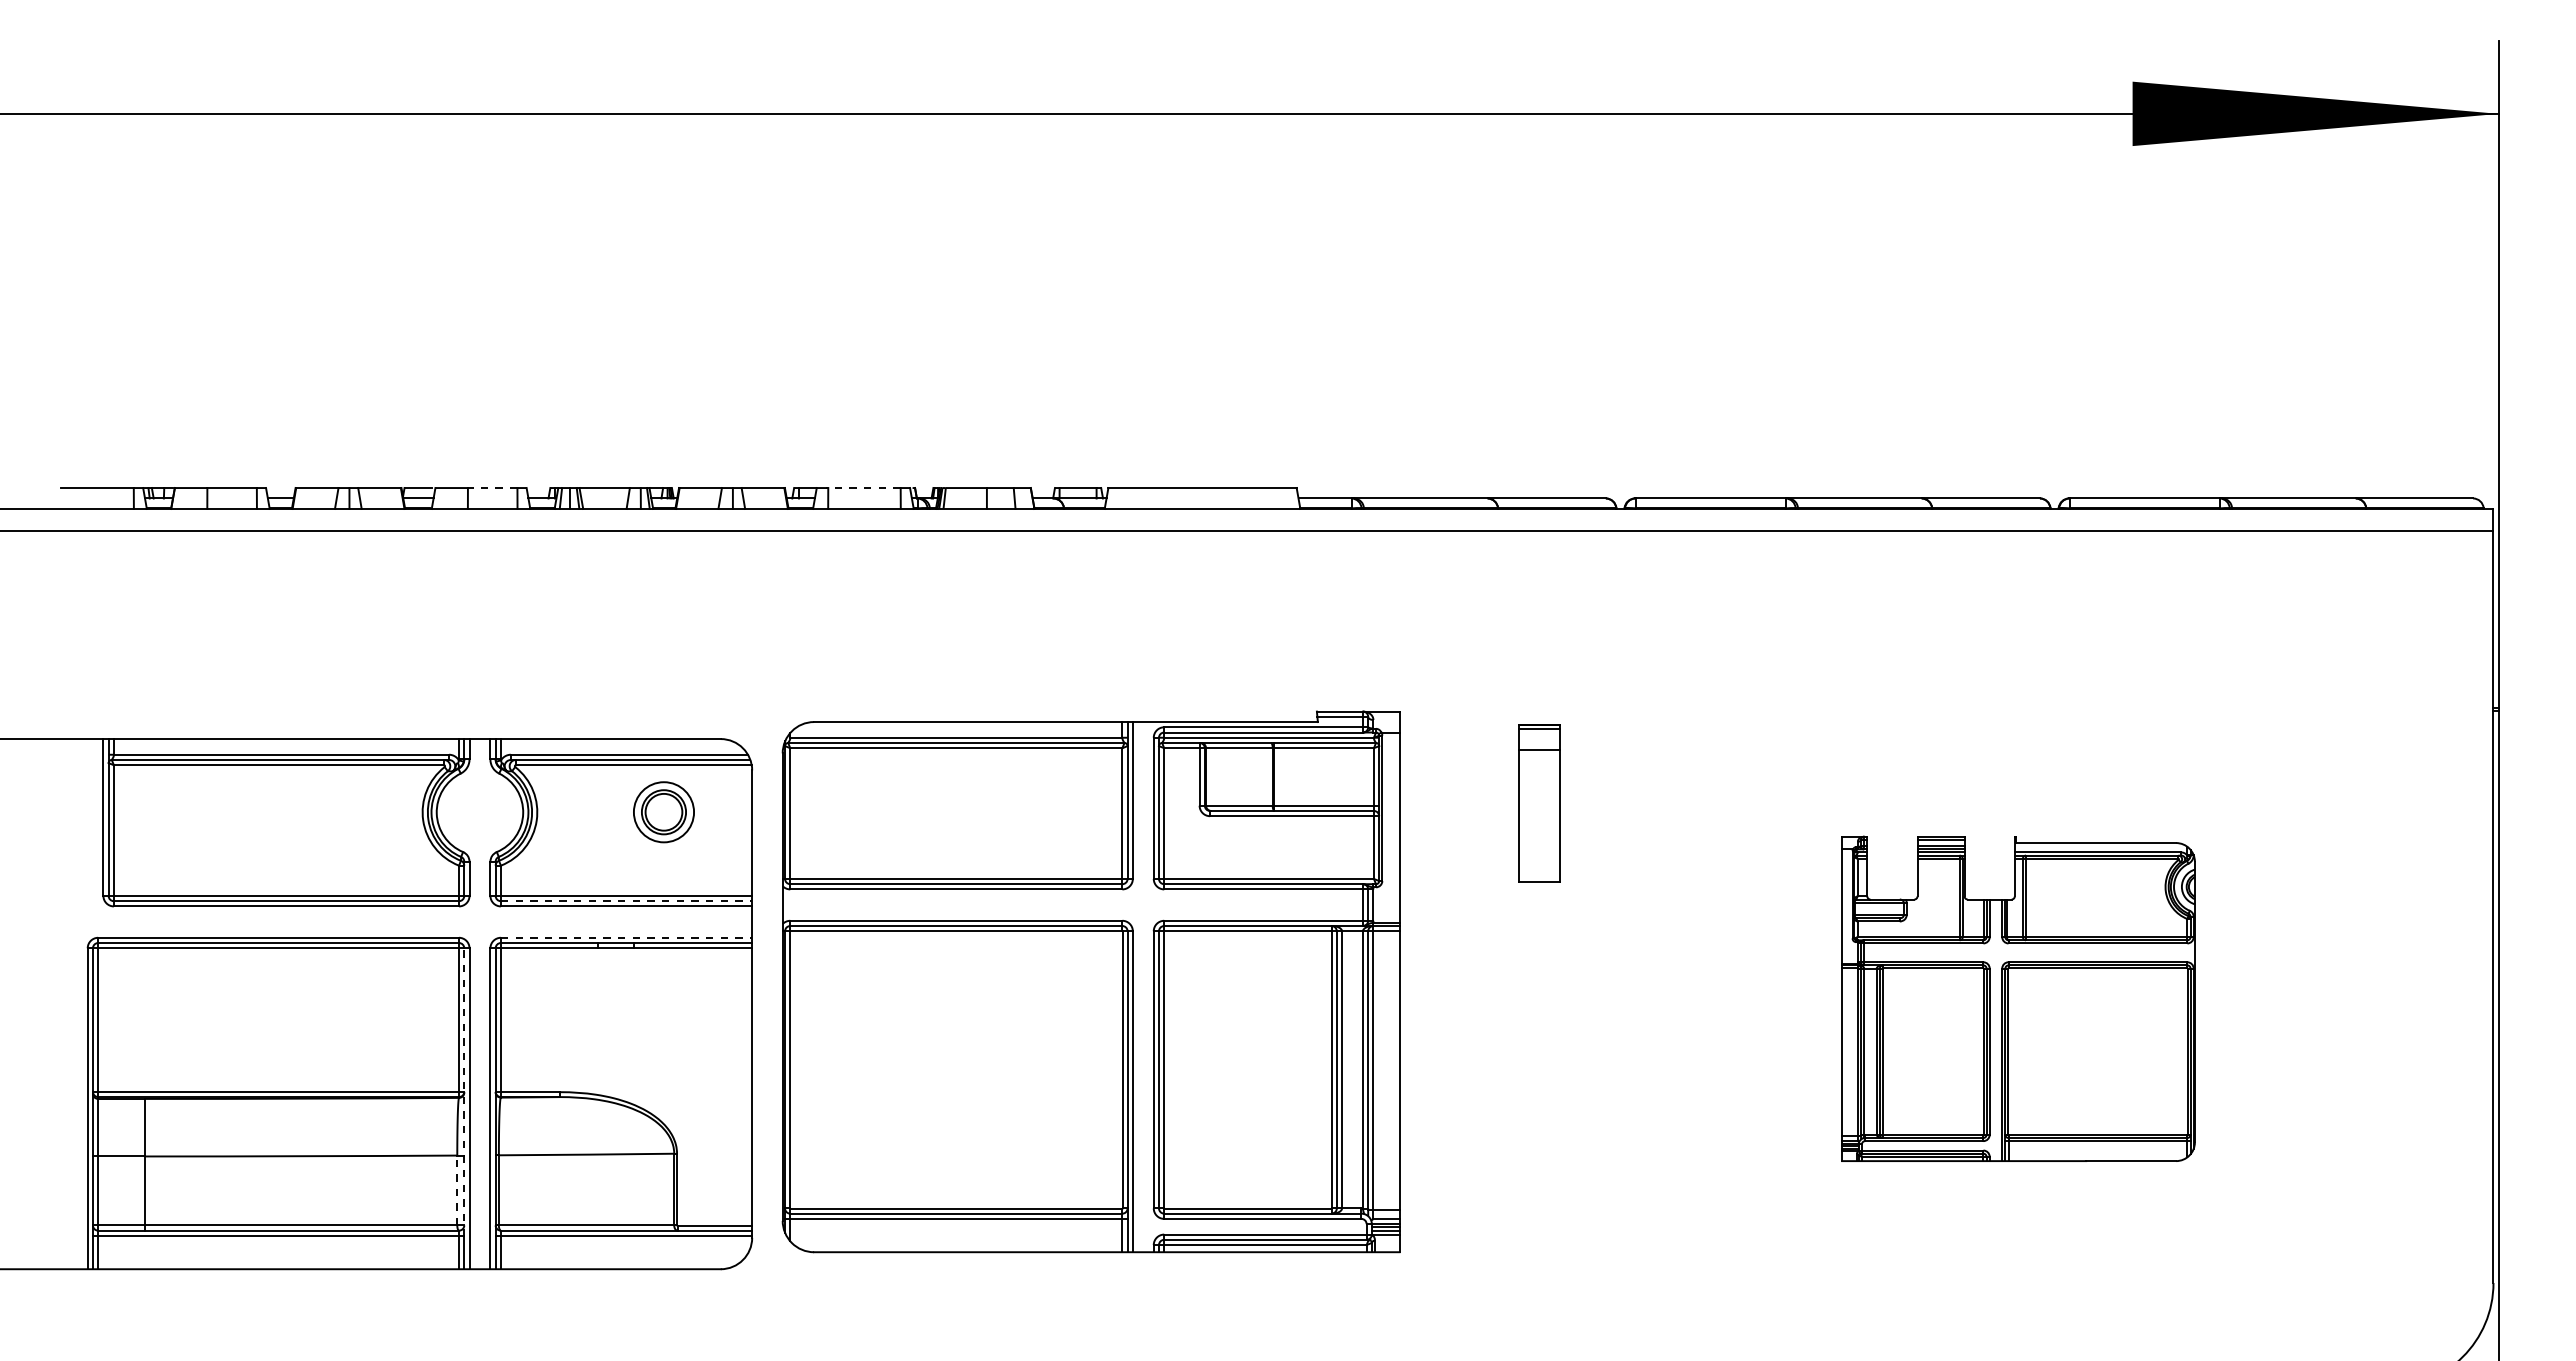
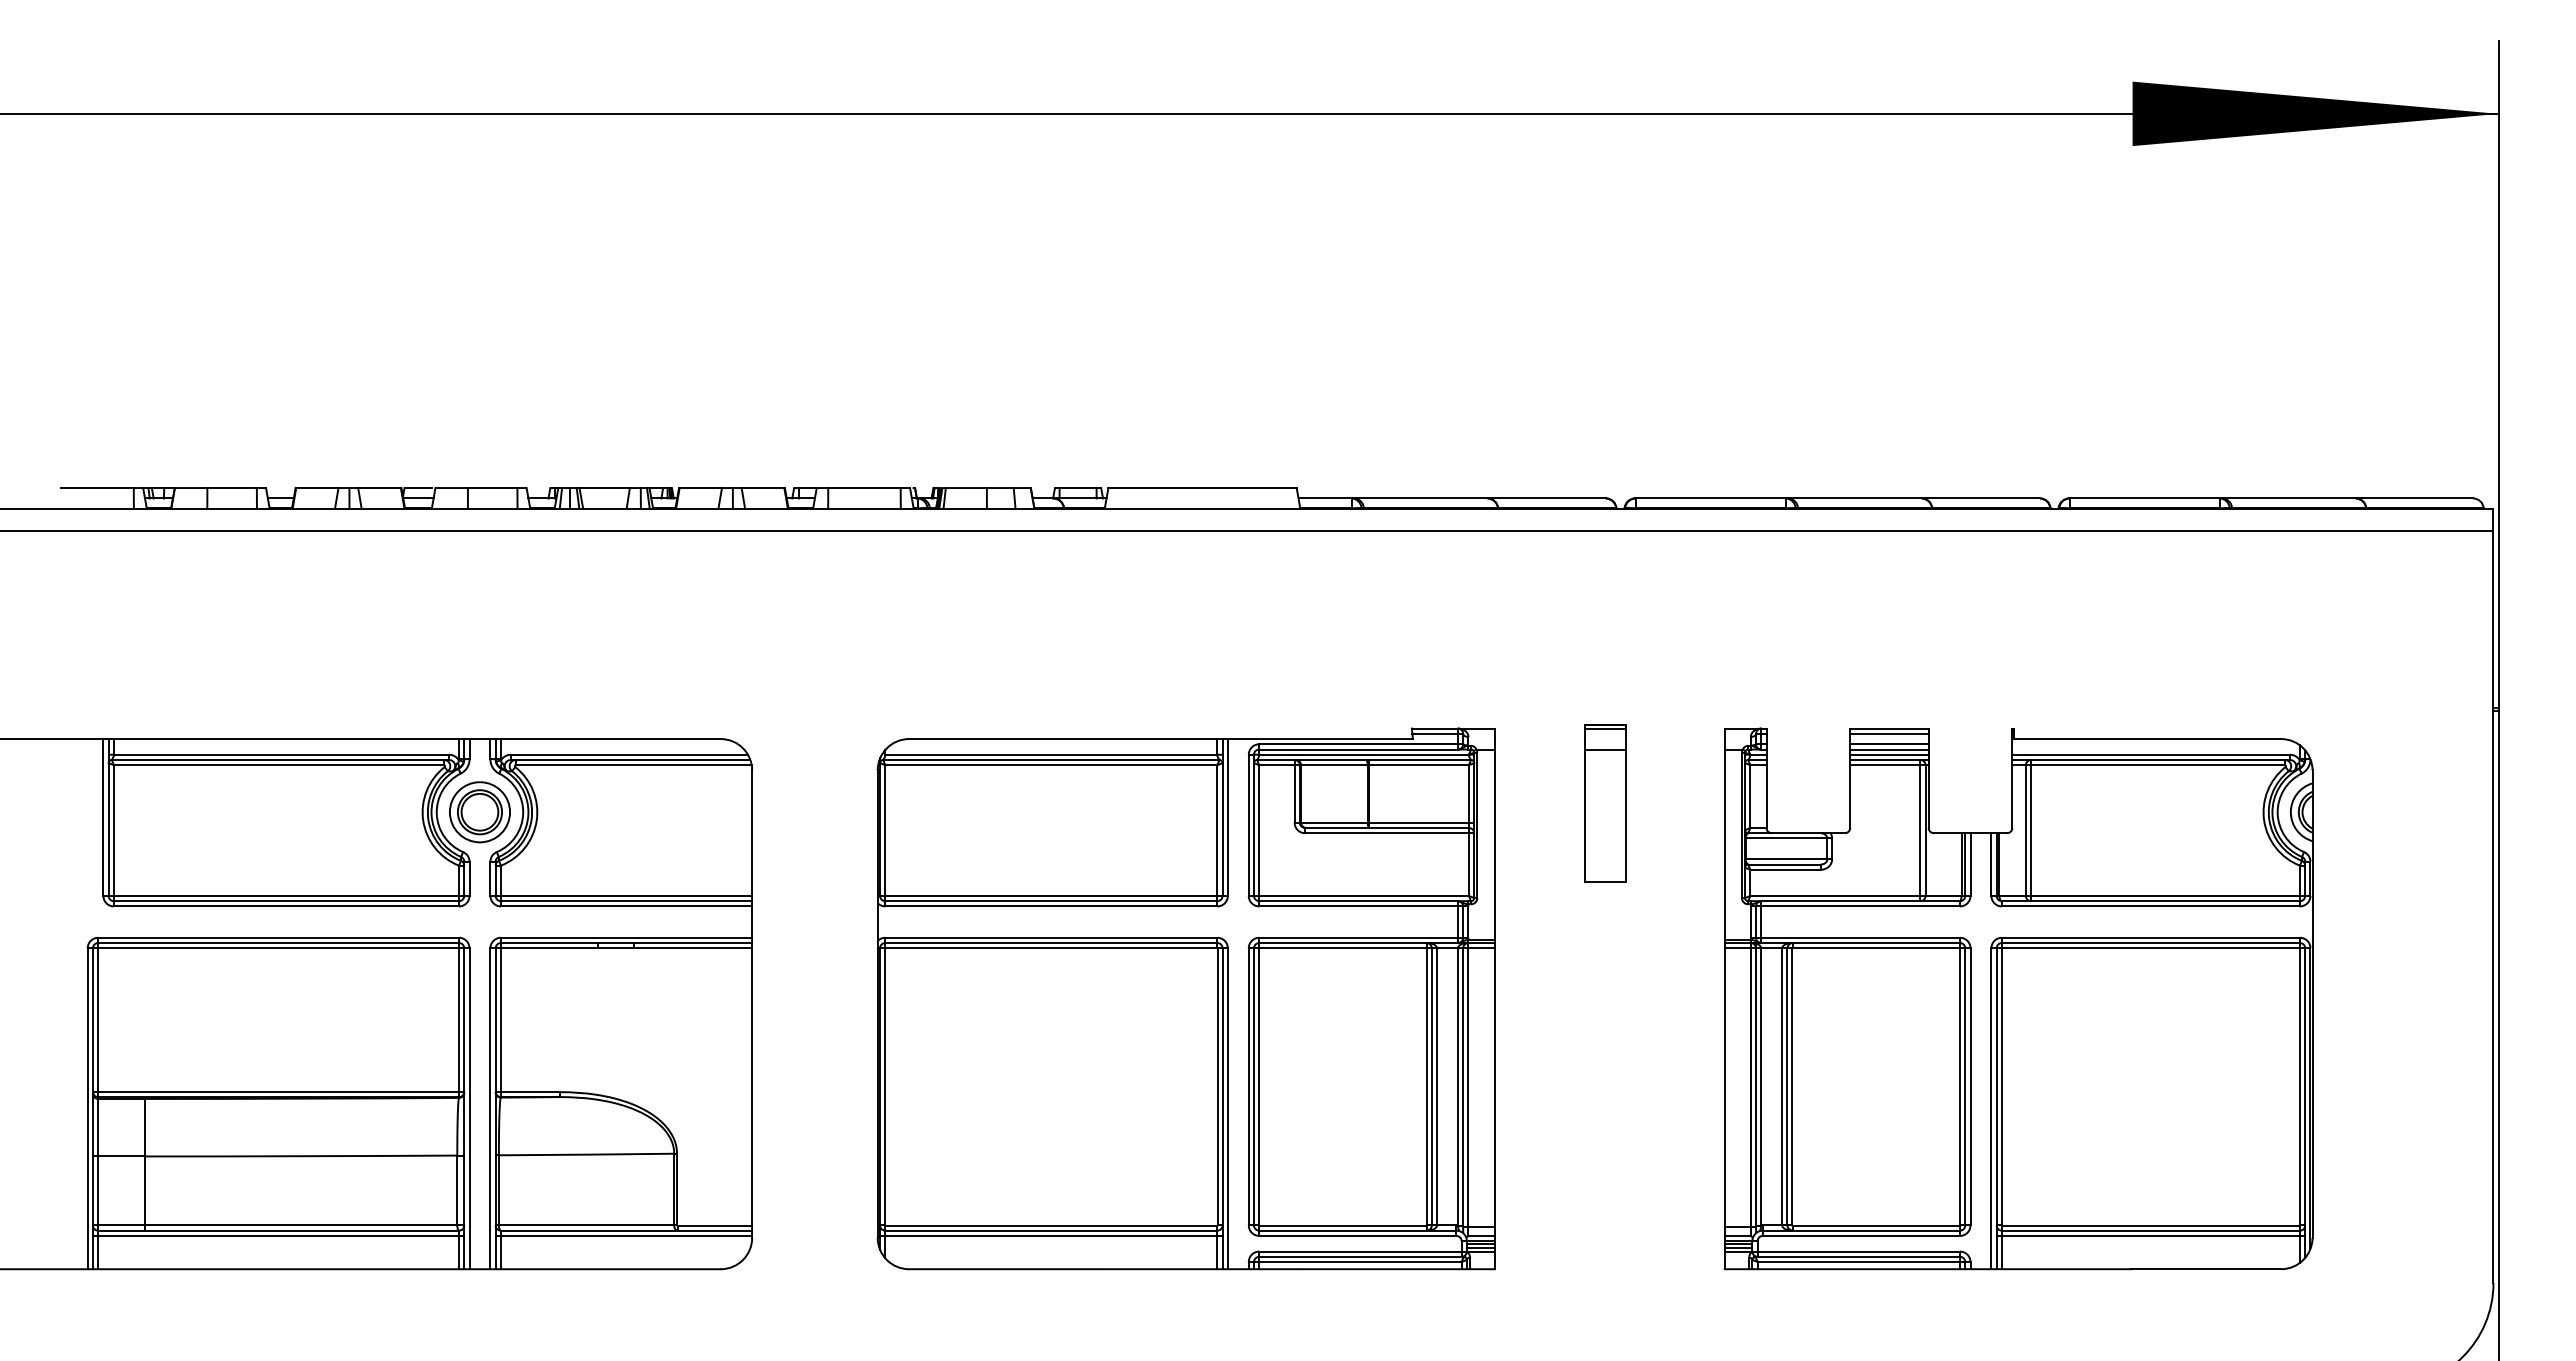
line at (492, 488): dashed -> solid
line at (863, 488): dashed -> solid
part at (1539, 803) position: (1539, 803) -> (1605, 803)
part at (663, 812) position: (663, 812) -> (479, 812)
line at (626, 901): dashed -> solid
line at (626, 937): dashed -> solid
part at (1090, 981) position: (1090, 981) -> (1185, 998)
part at (2018, 998) size: 355x327 px -> 591x544 px
line at (464, 1092): dashed -> solid
line at (457, 1190): dashed -> solid
